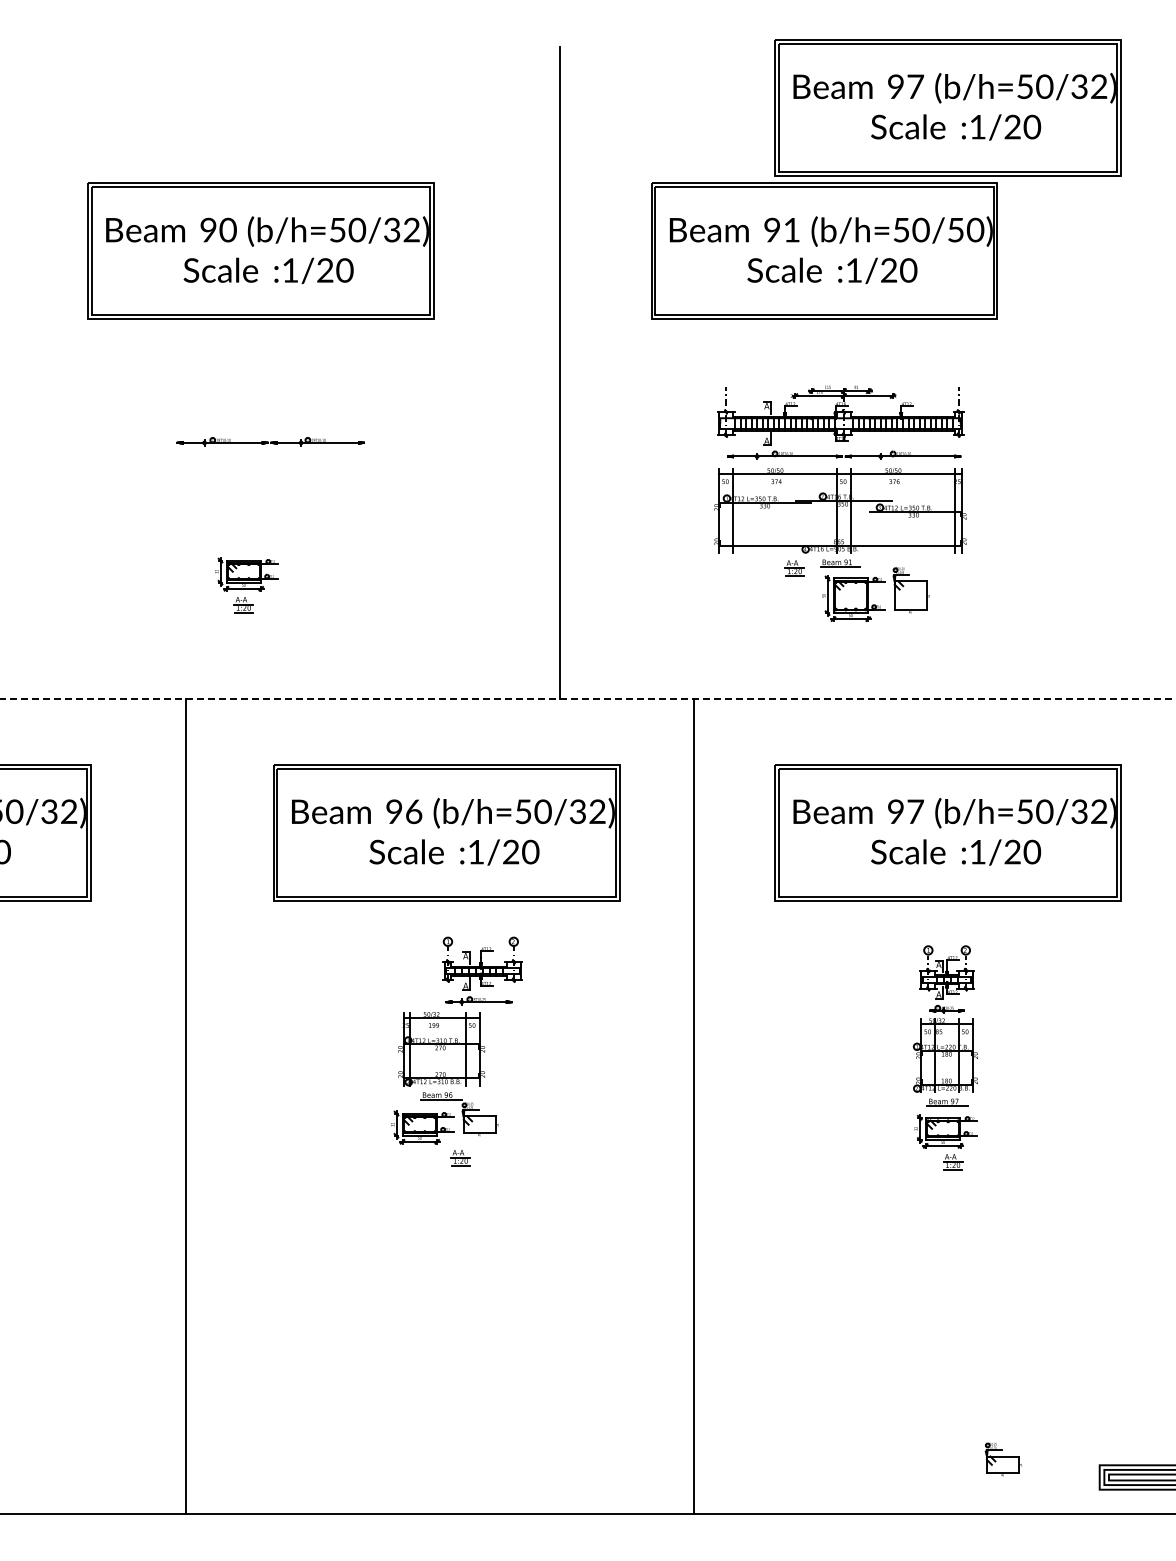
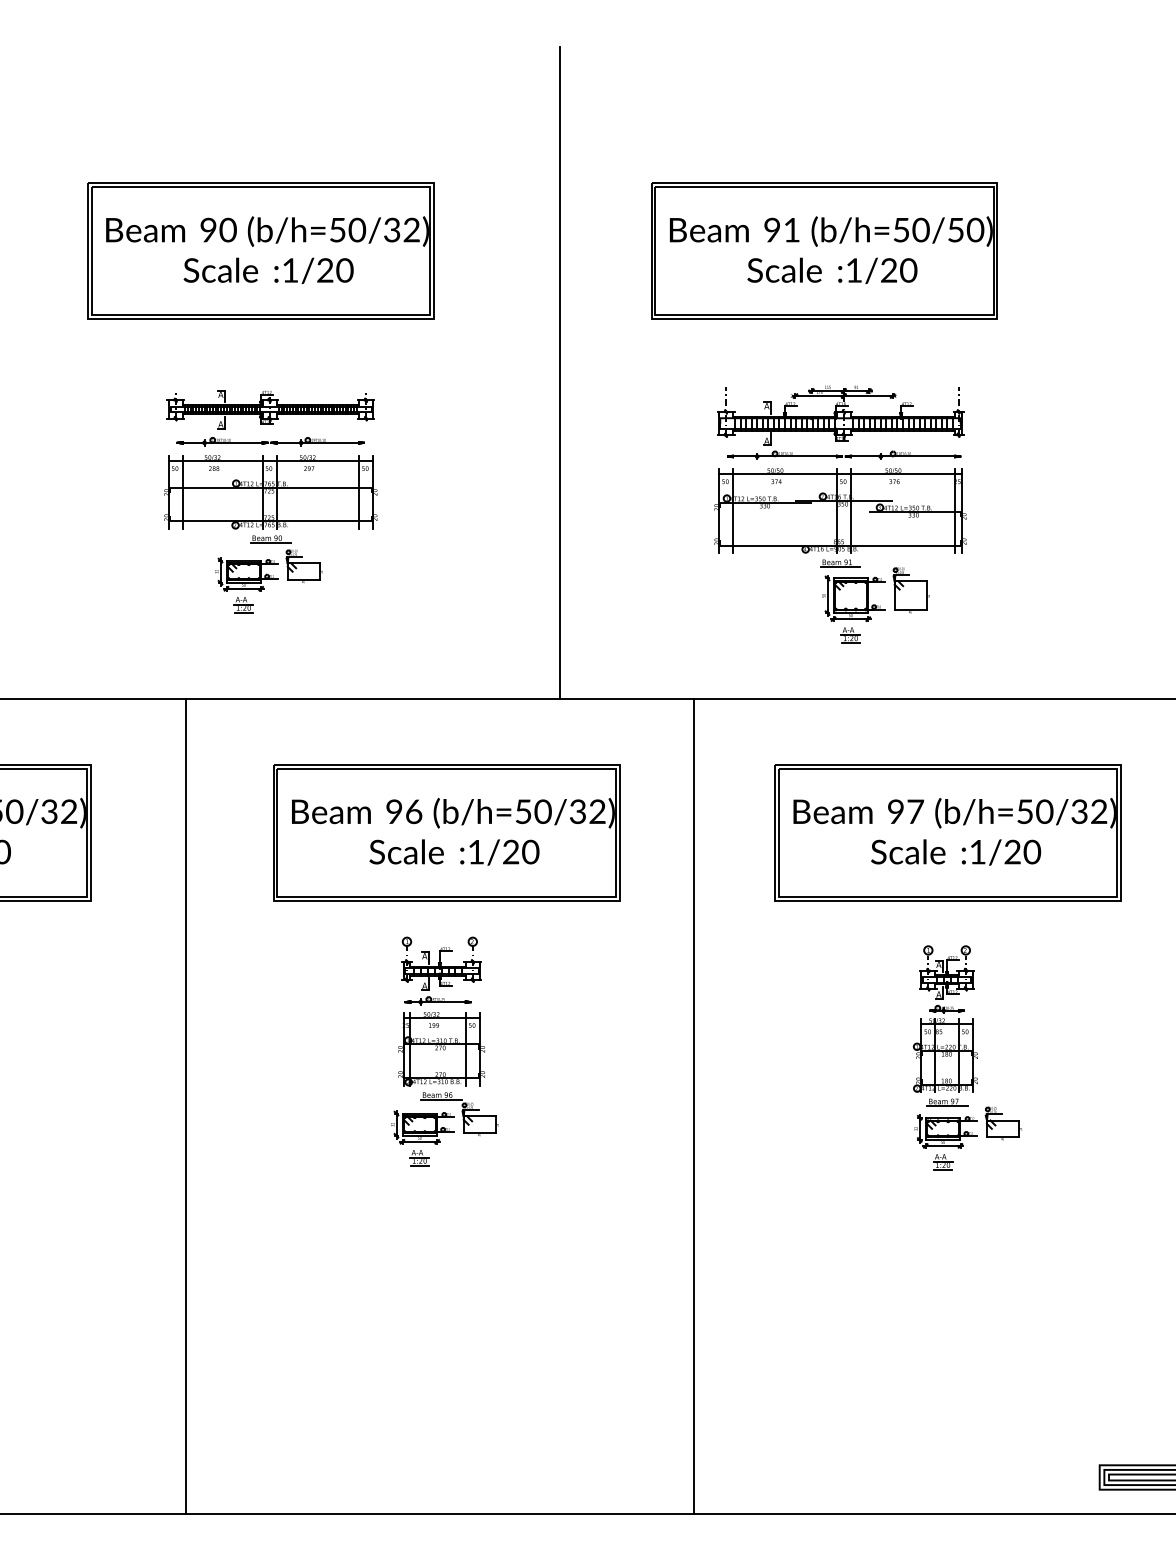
part at (947, 107): present -> none
part at (270, 409): none -> present
part at (270, 518): none -> present
part at (794, 568) position: (794, 568) -> (850, 635)
line at (587, 698): dashed -> solid
part at (482, 970) position: (482, 970) -> (441, 970)
part at (460, 1158) position: (460, 1158) -> (419, 1158)
part at (953, 1162) position: (953, 1162) -> (943, 1162)
part at (1002, 1459) position: (1002, 1459) -> (1002, 1123)
